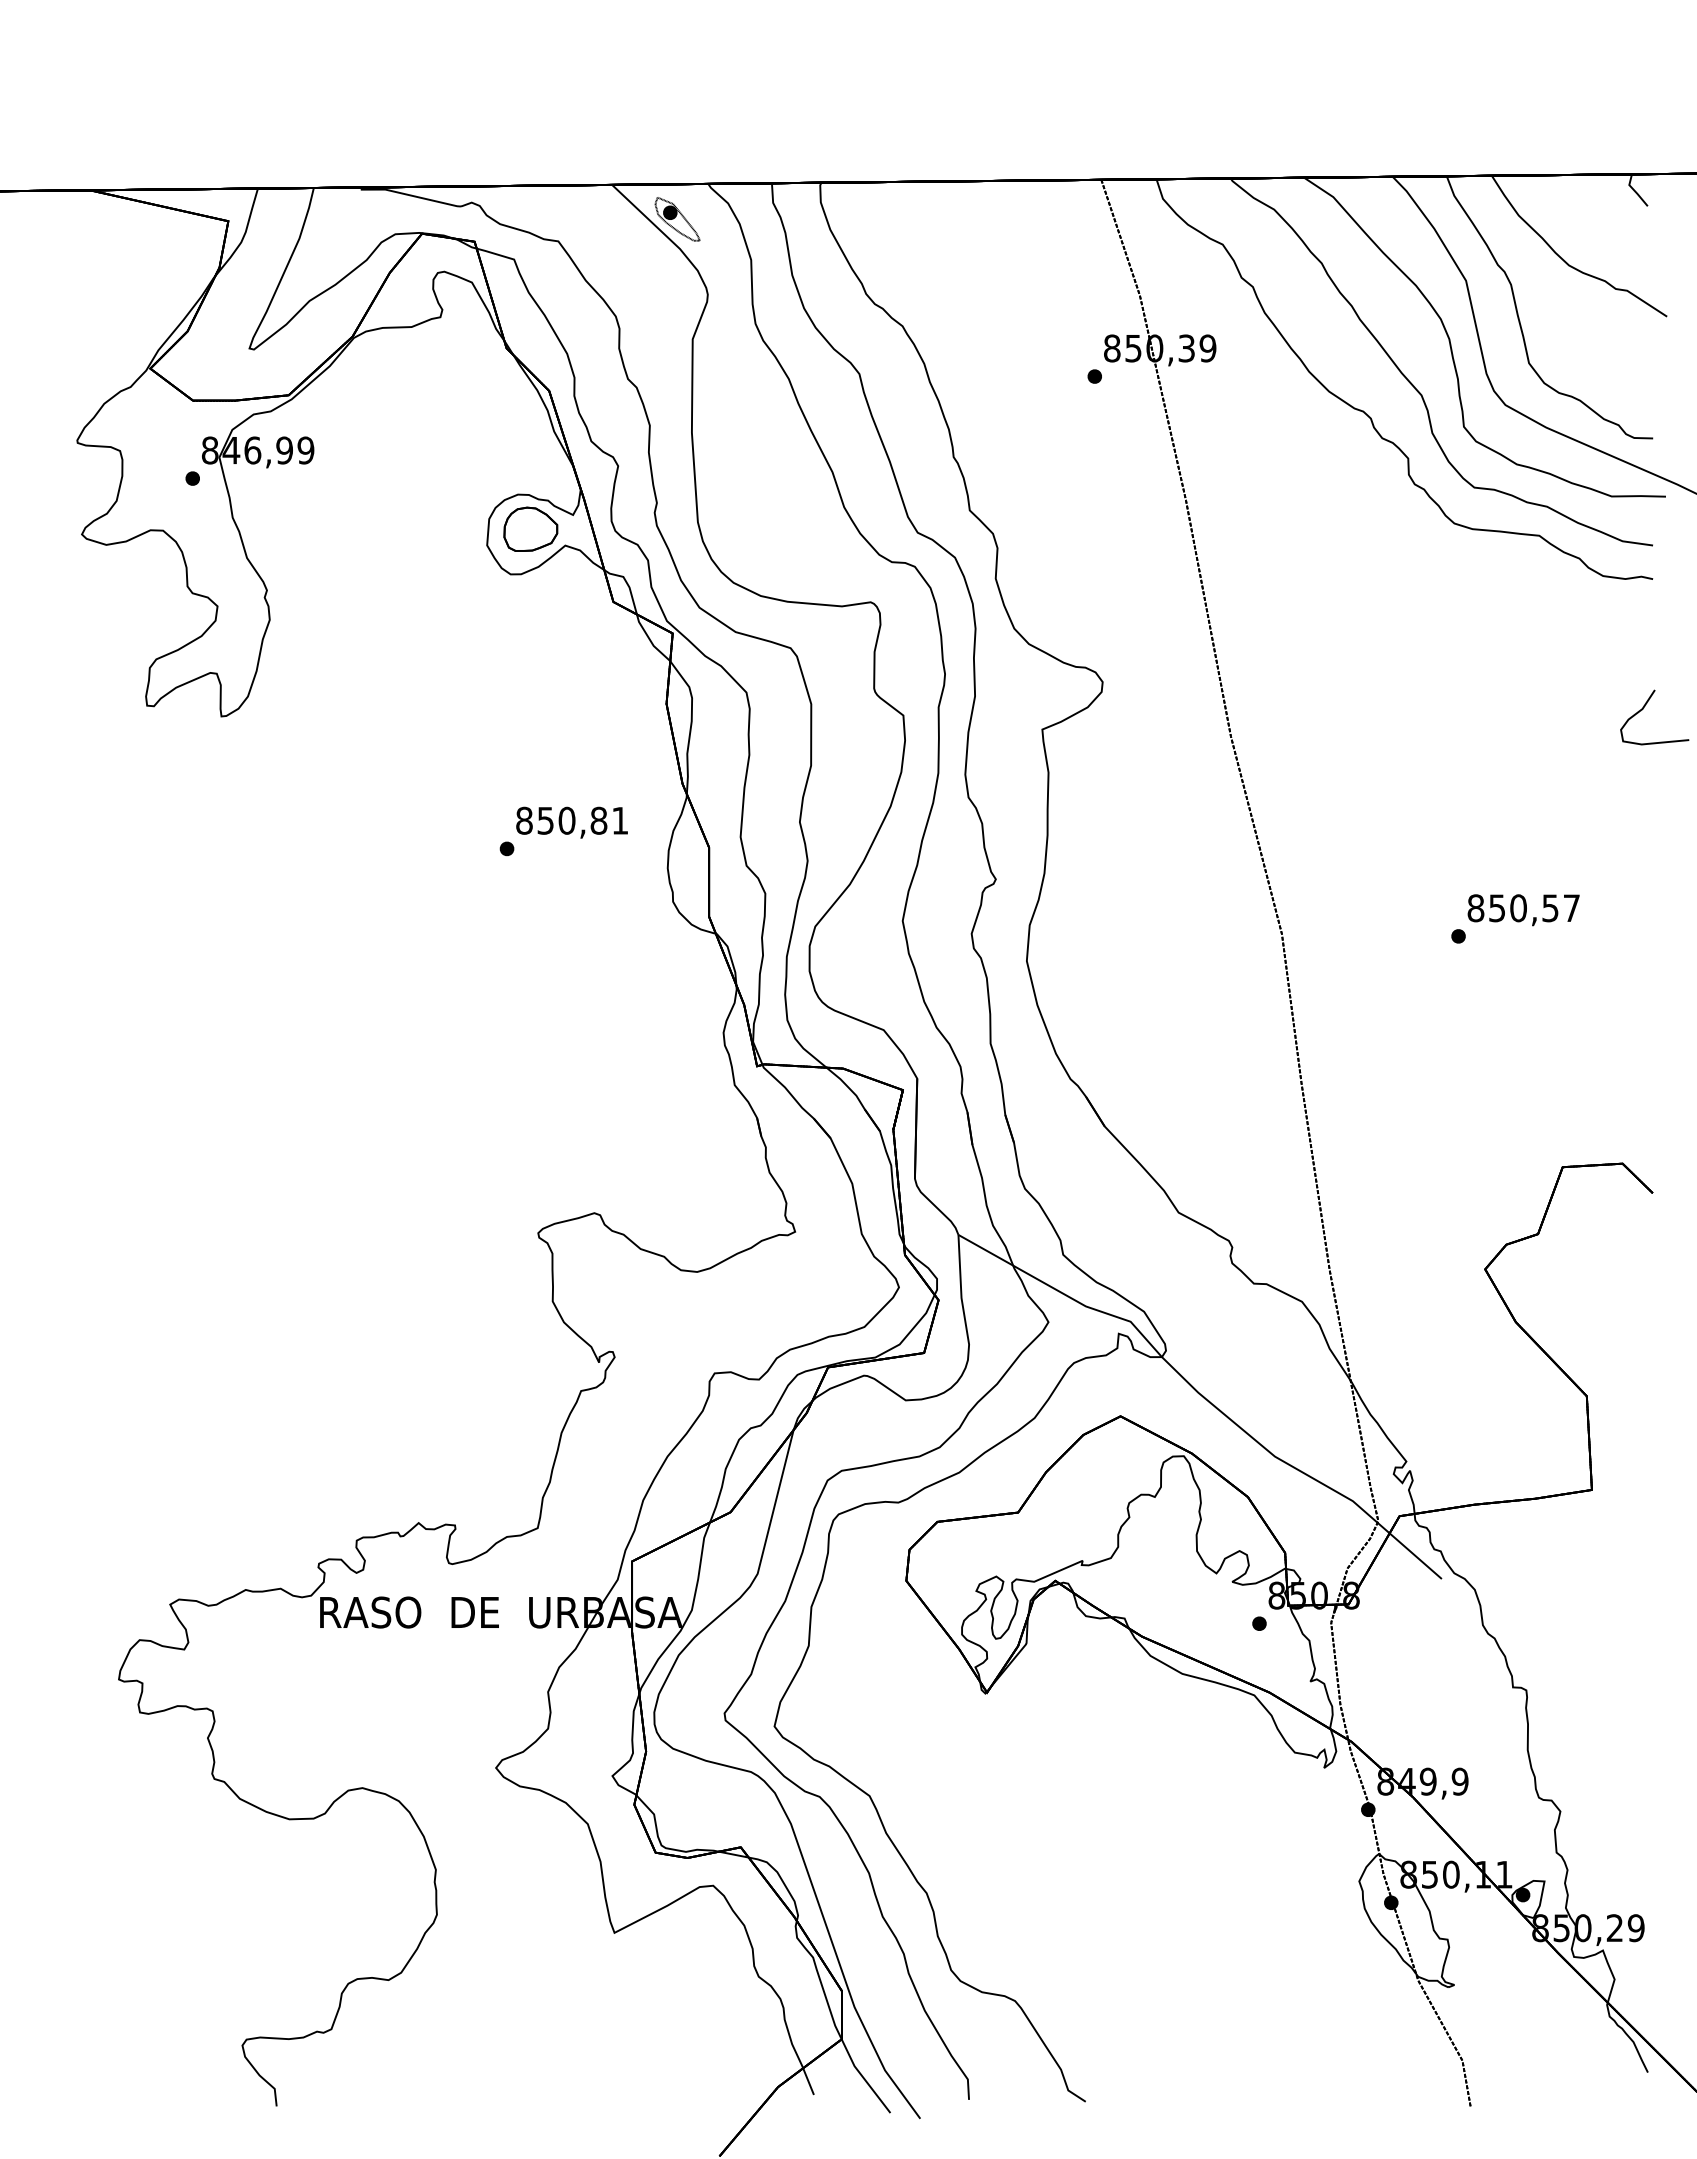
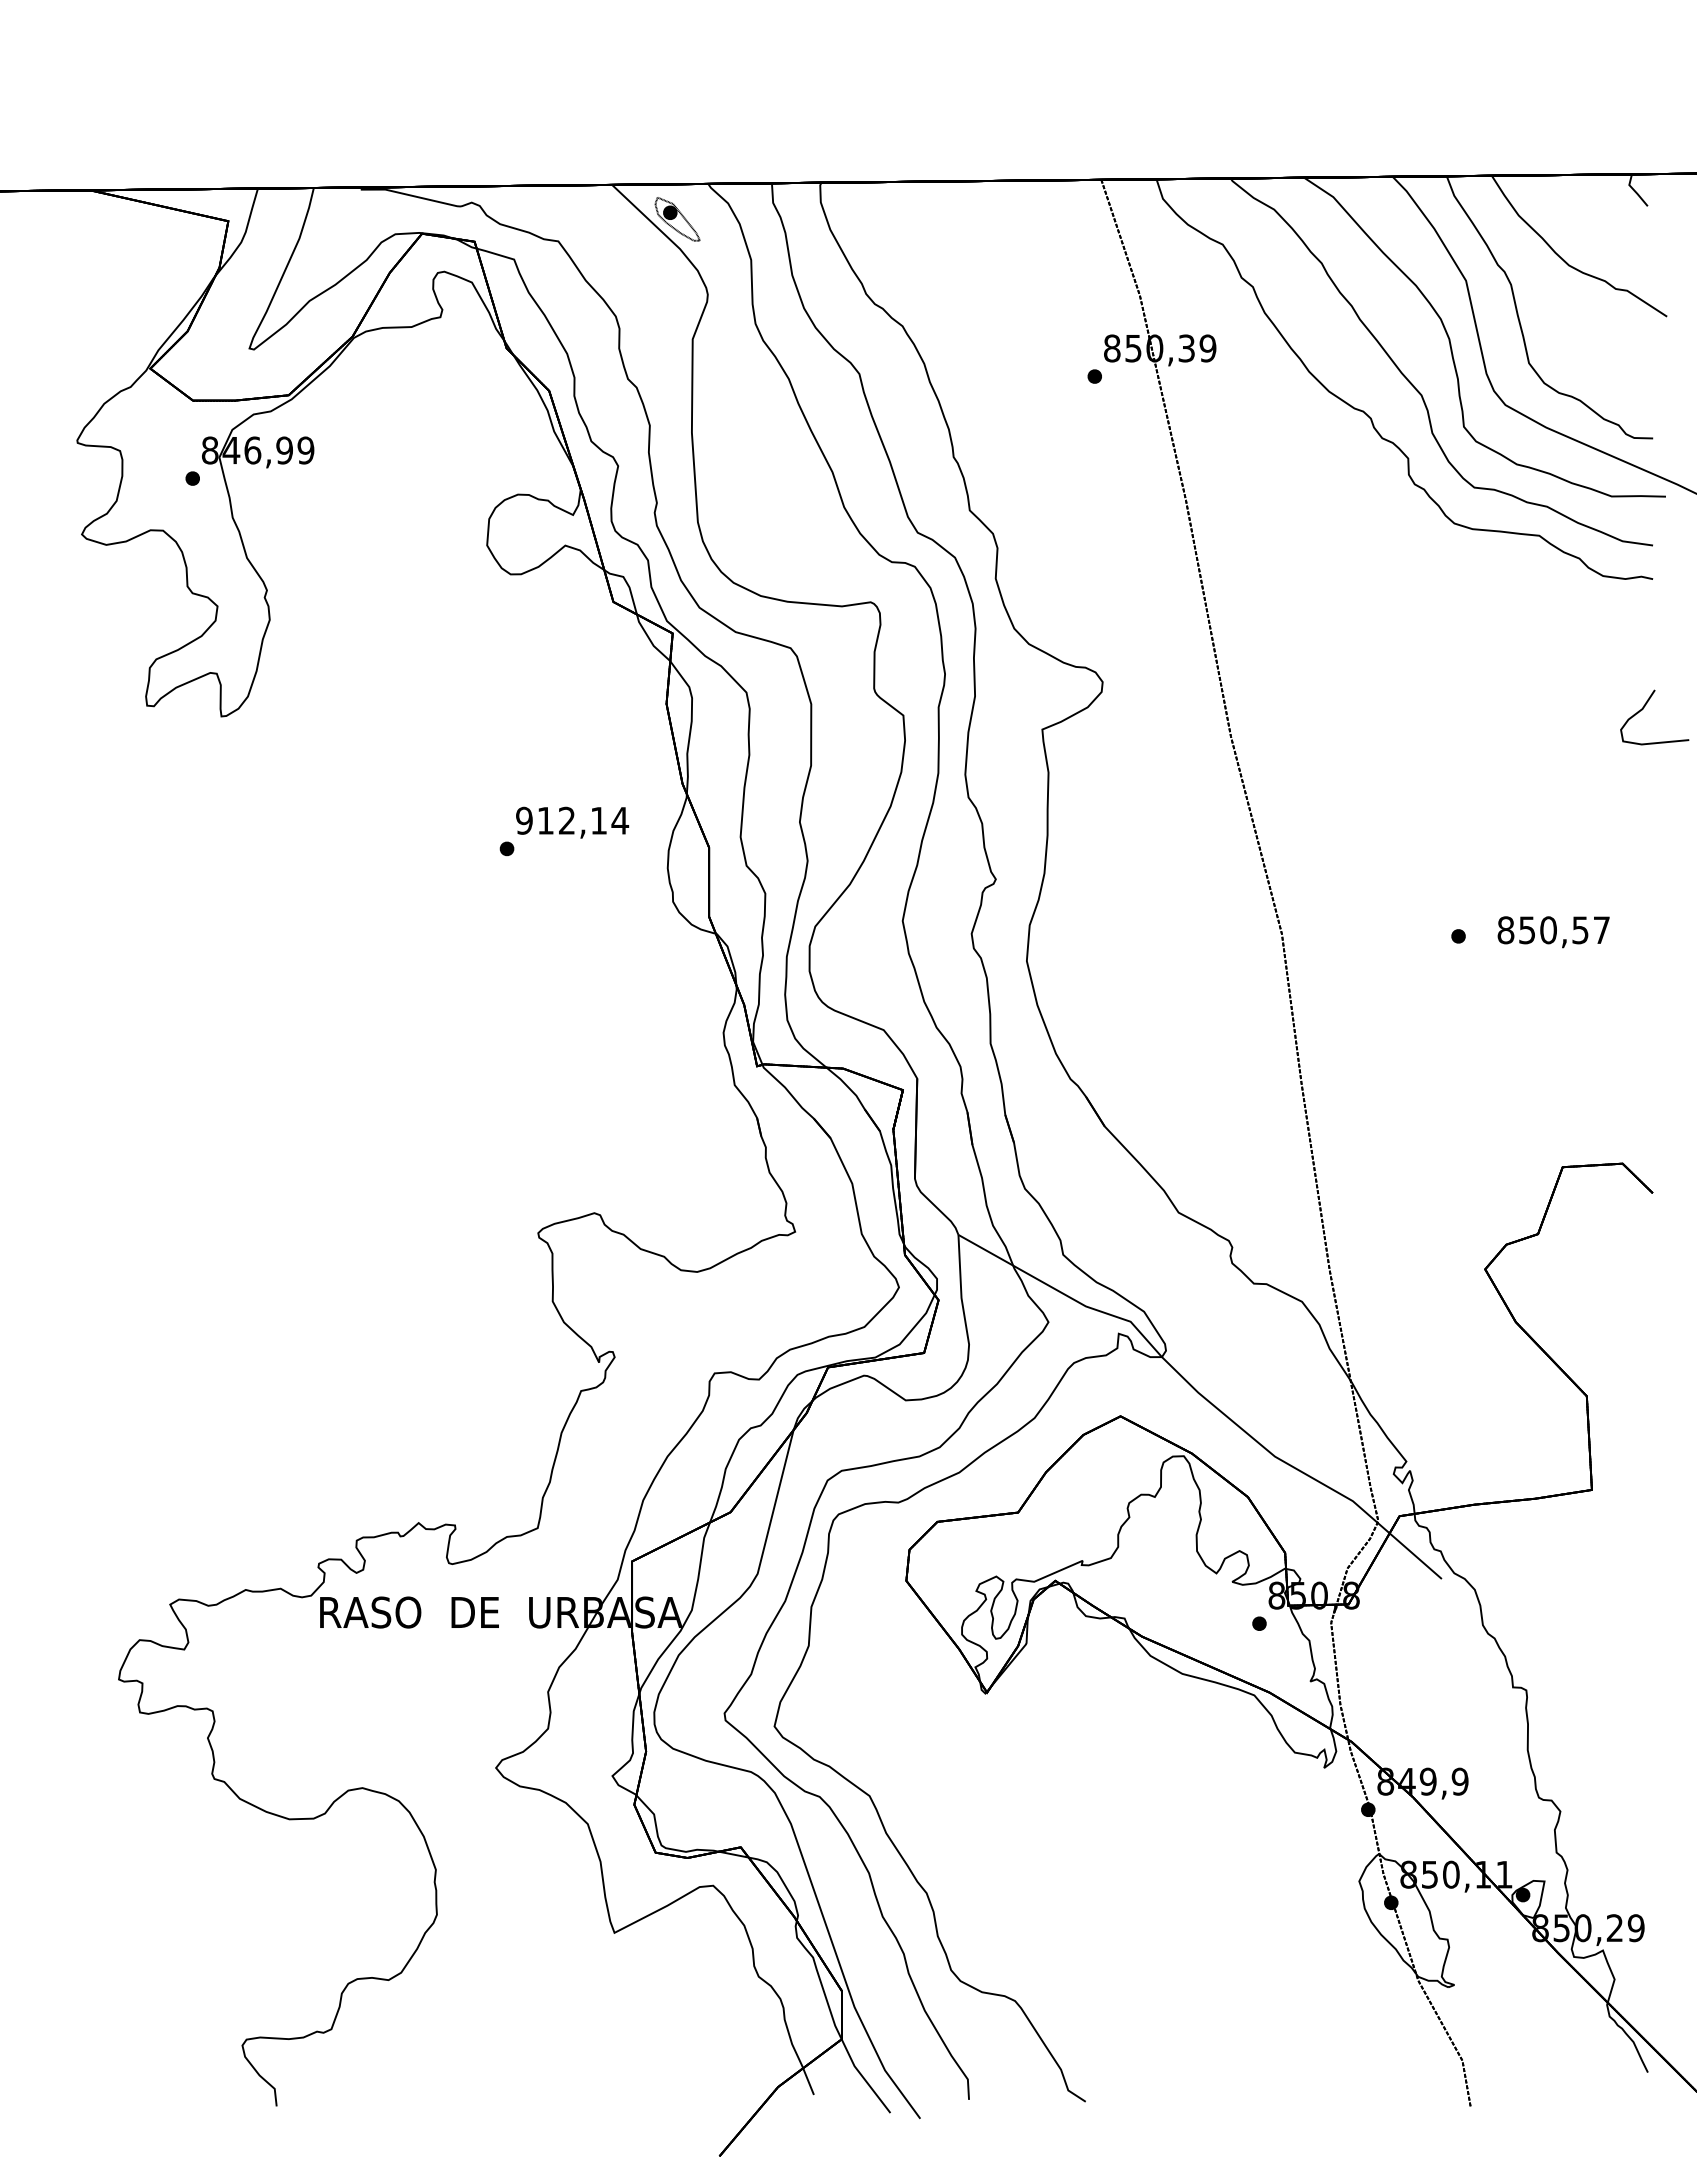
part at (530, 528): present -> none
text at (572, 820): 850,81 -> 912,14
text at (1523, 910) position: (1523, 910) -> (1553, 932)
